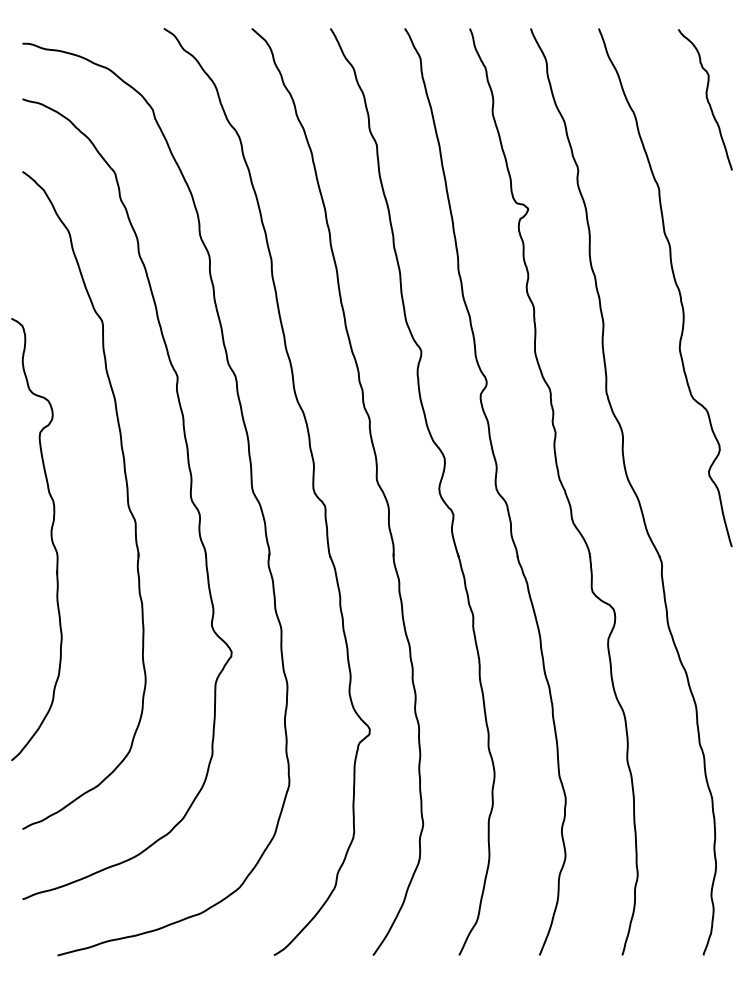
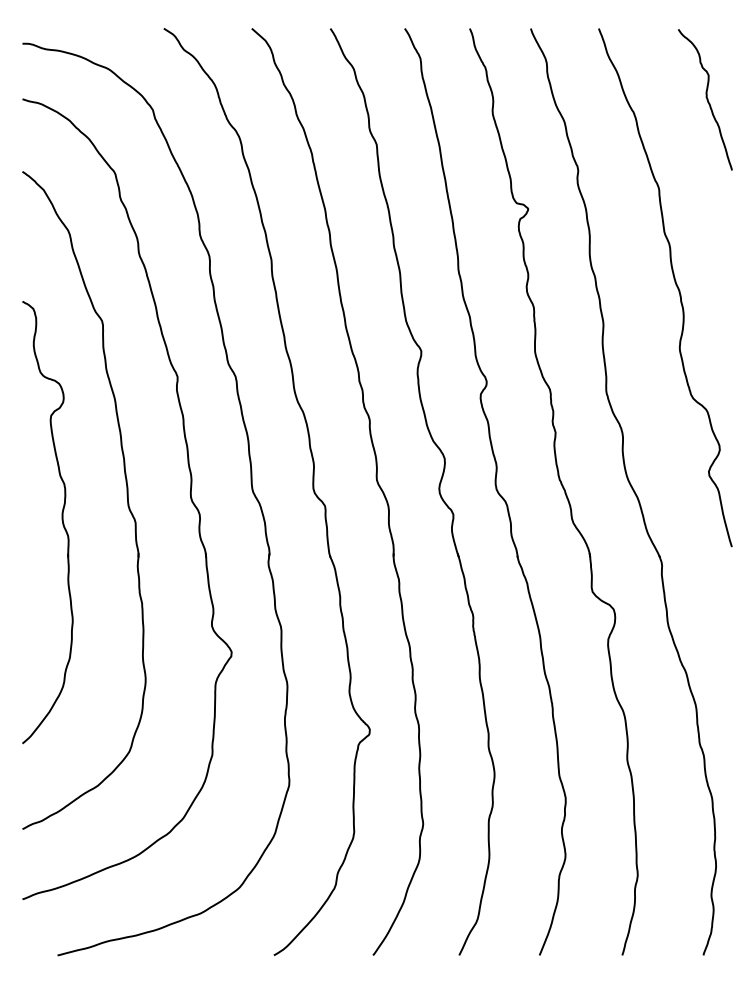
part at (50, 537) position: (50, 537) -> (61, 520)
